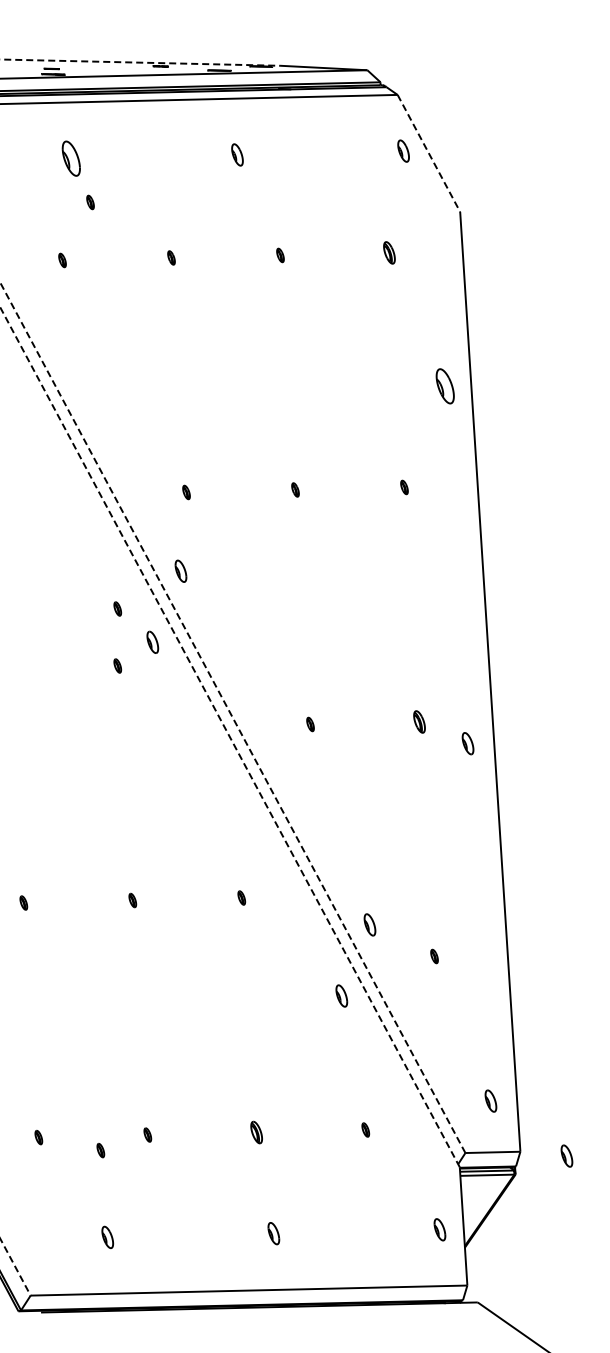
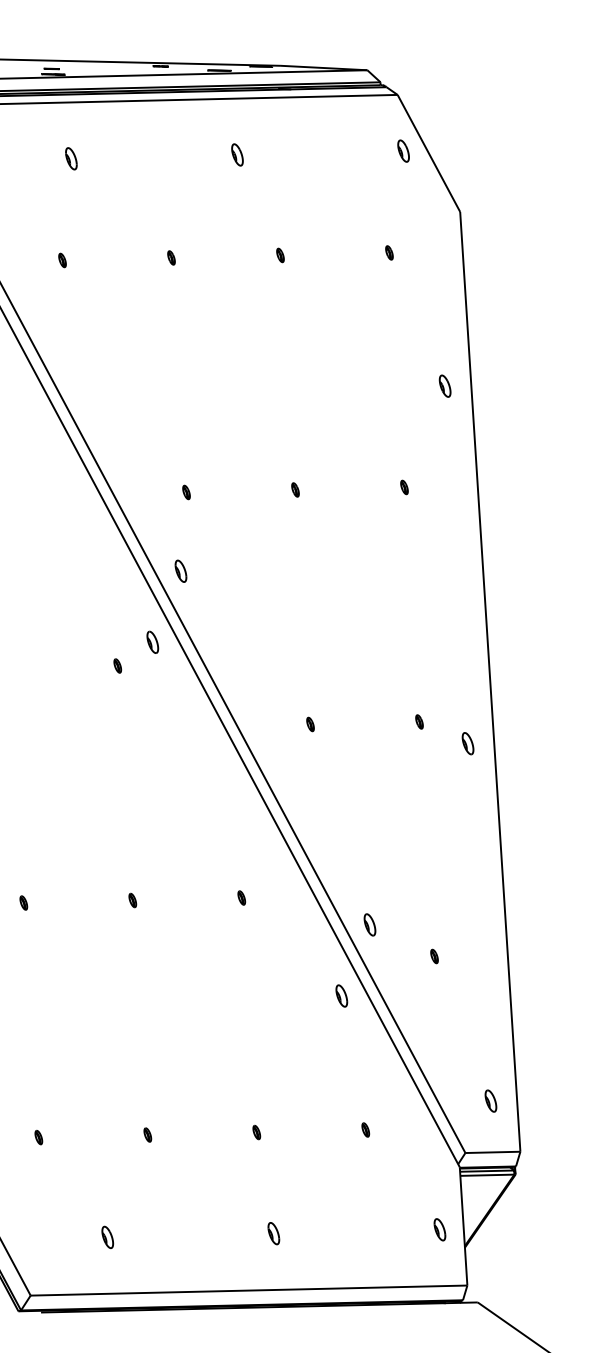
line at (141, 62): dashed -> solid
line at (429, 153): dashed -> solid
part at (70, 158) size: 20x37 px -> 13x24 px
part at (90, 202): present -> none
part at (389, 252) size: 13x24 px -> 9x16 px
part at (444, 386) size: 20x37 px -> 14x24 px
part at (117, 608): present -> none
line at (232, 717): dashed -> solid
part at (419, 721) size: 13x24 px -> 9x16 px
line at (229, 737): dashed -> solid
part at (256, 1132) size: 13x25 px -> 10x17 px
part at (100, 1150): present -> none
part at (566, 1155): present -> none
line at (15, 1267): dashed -> solid
